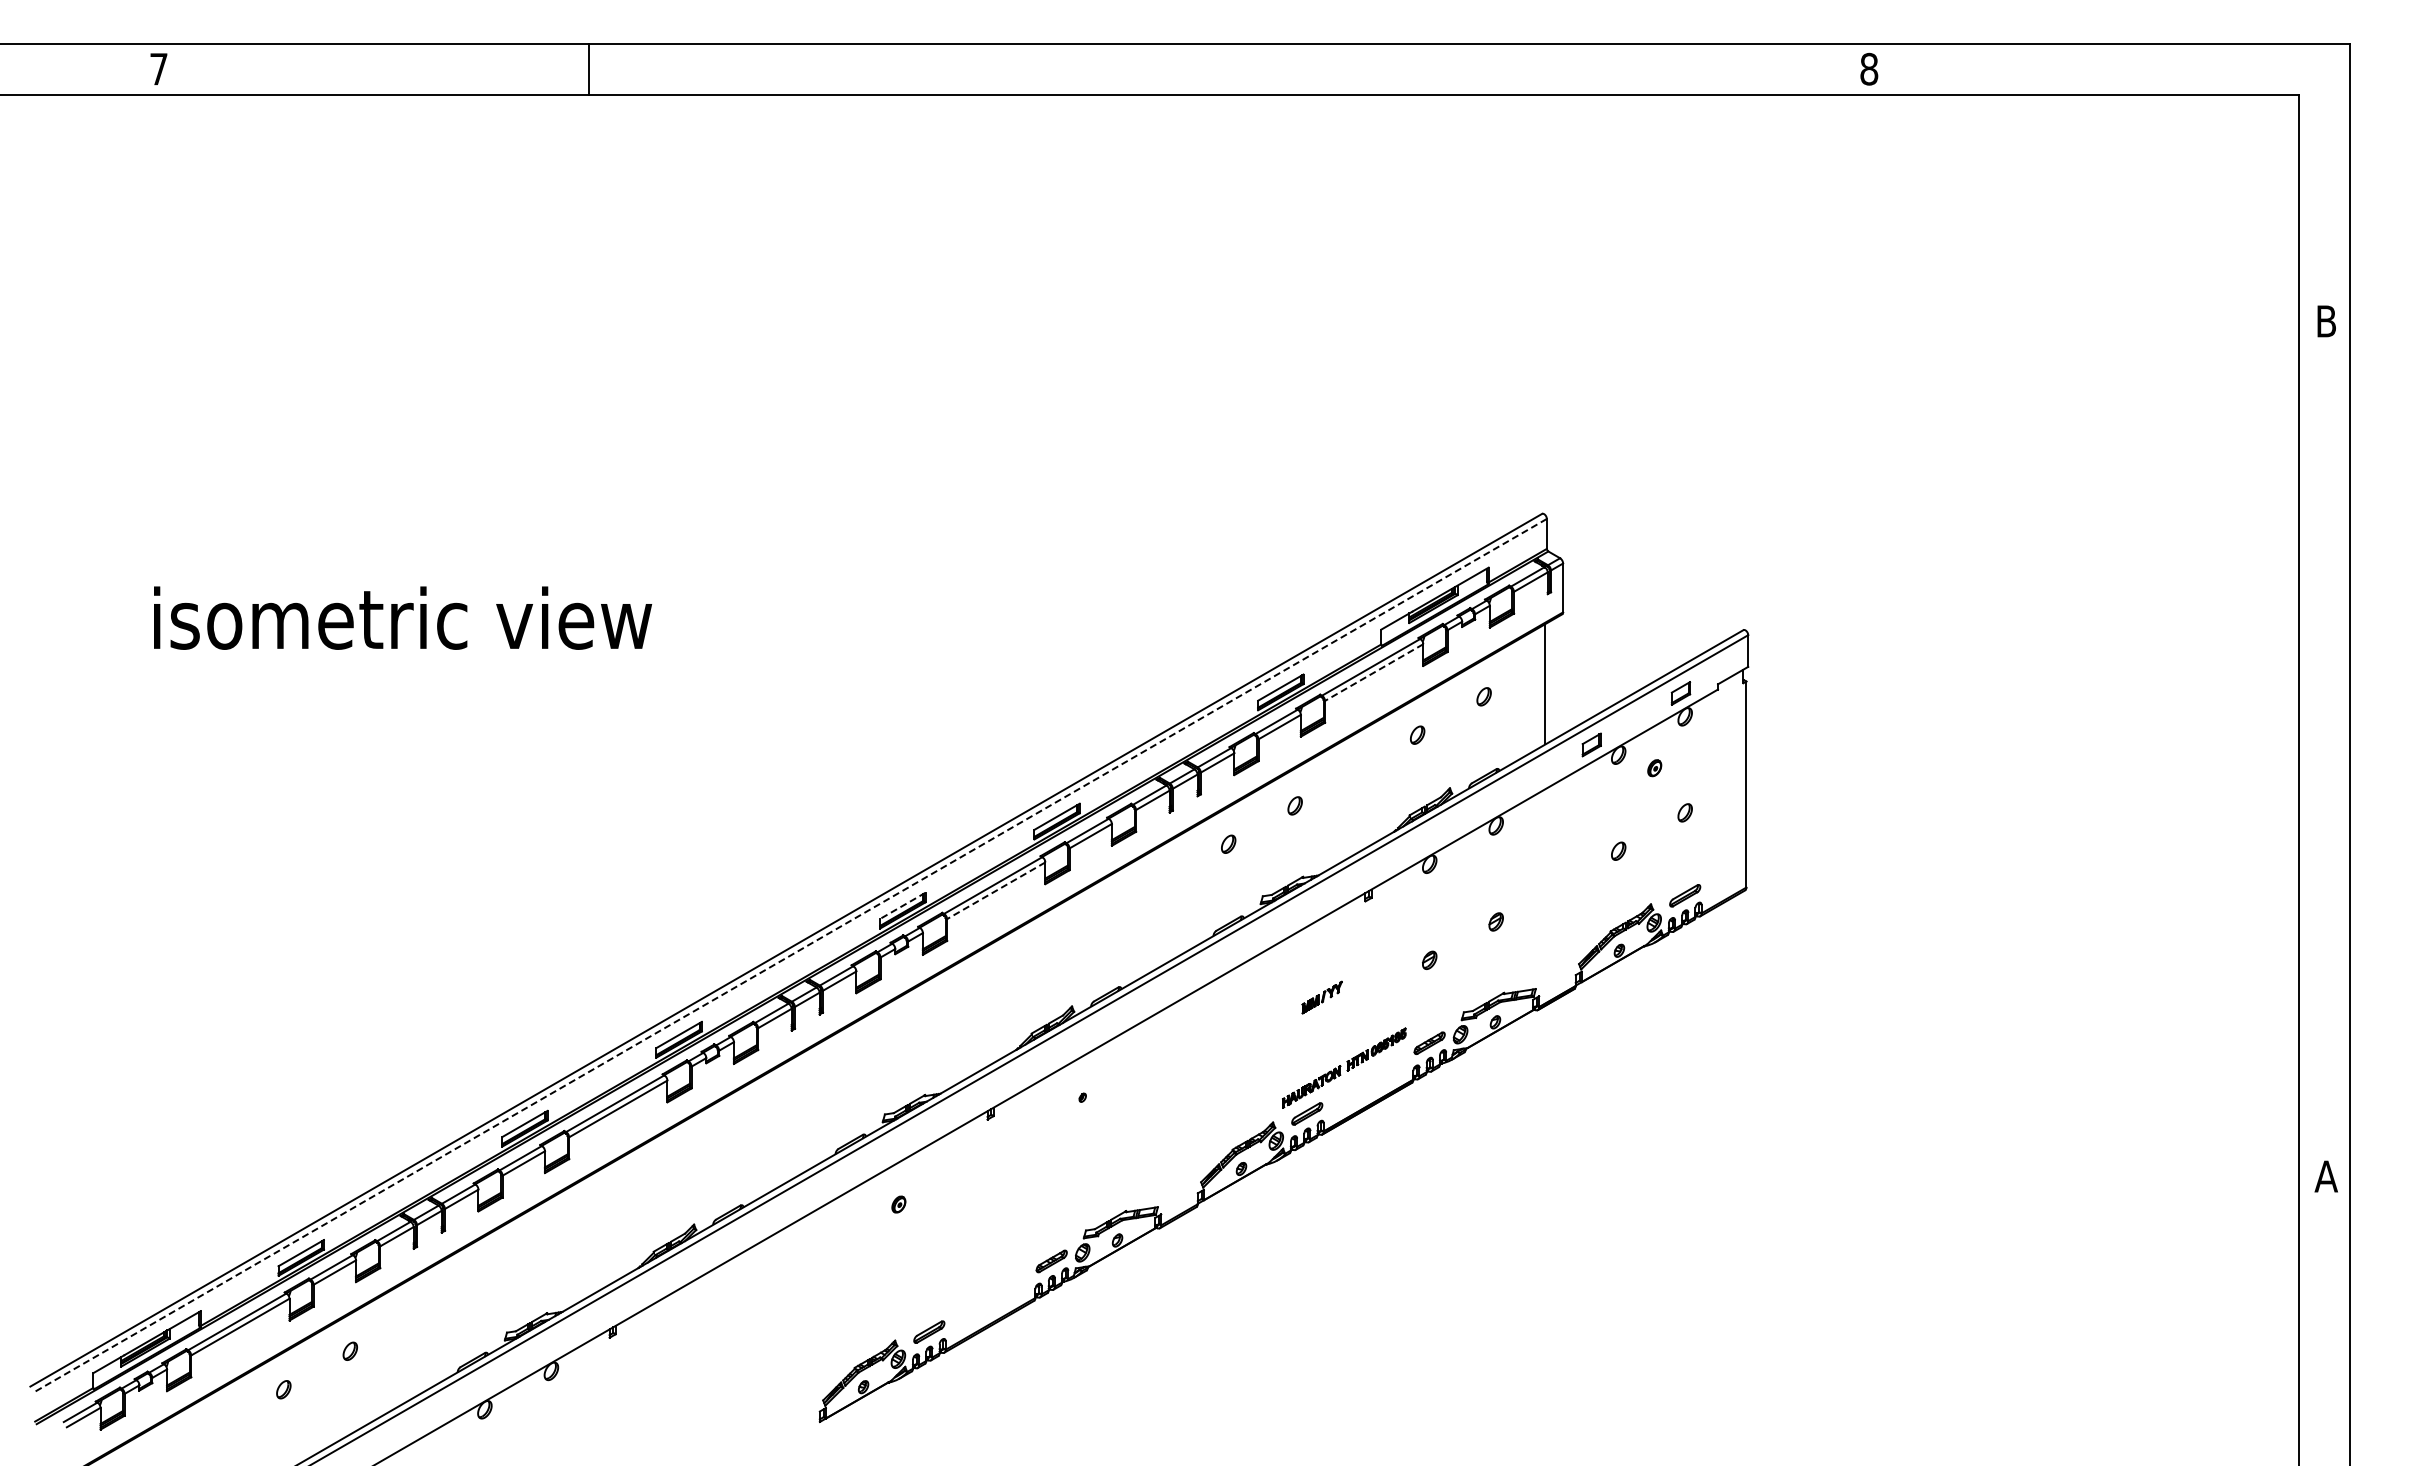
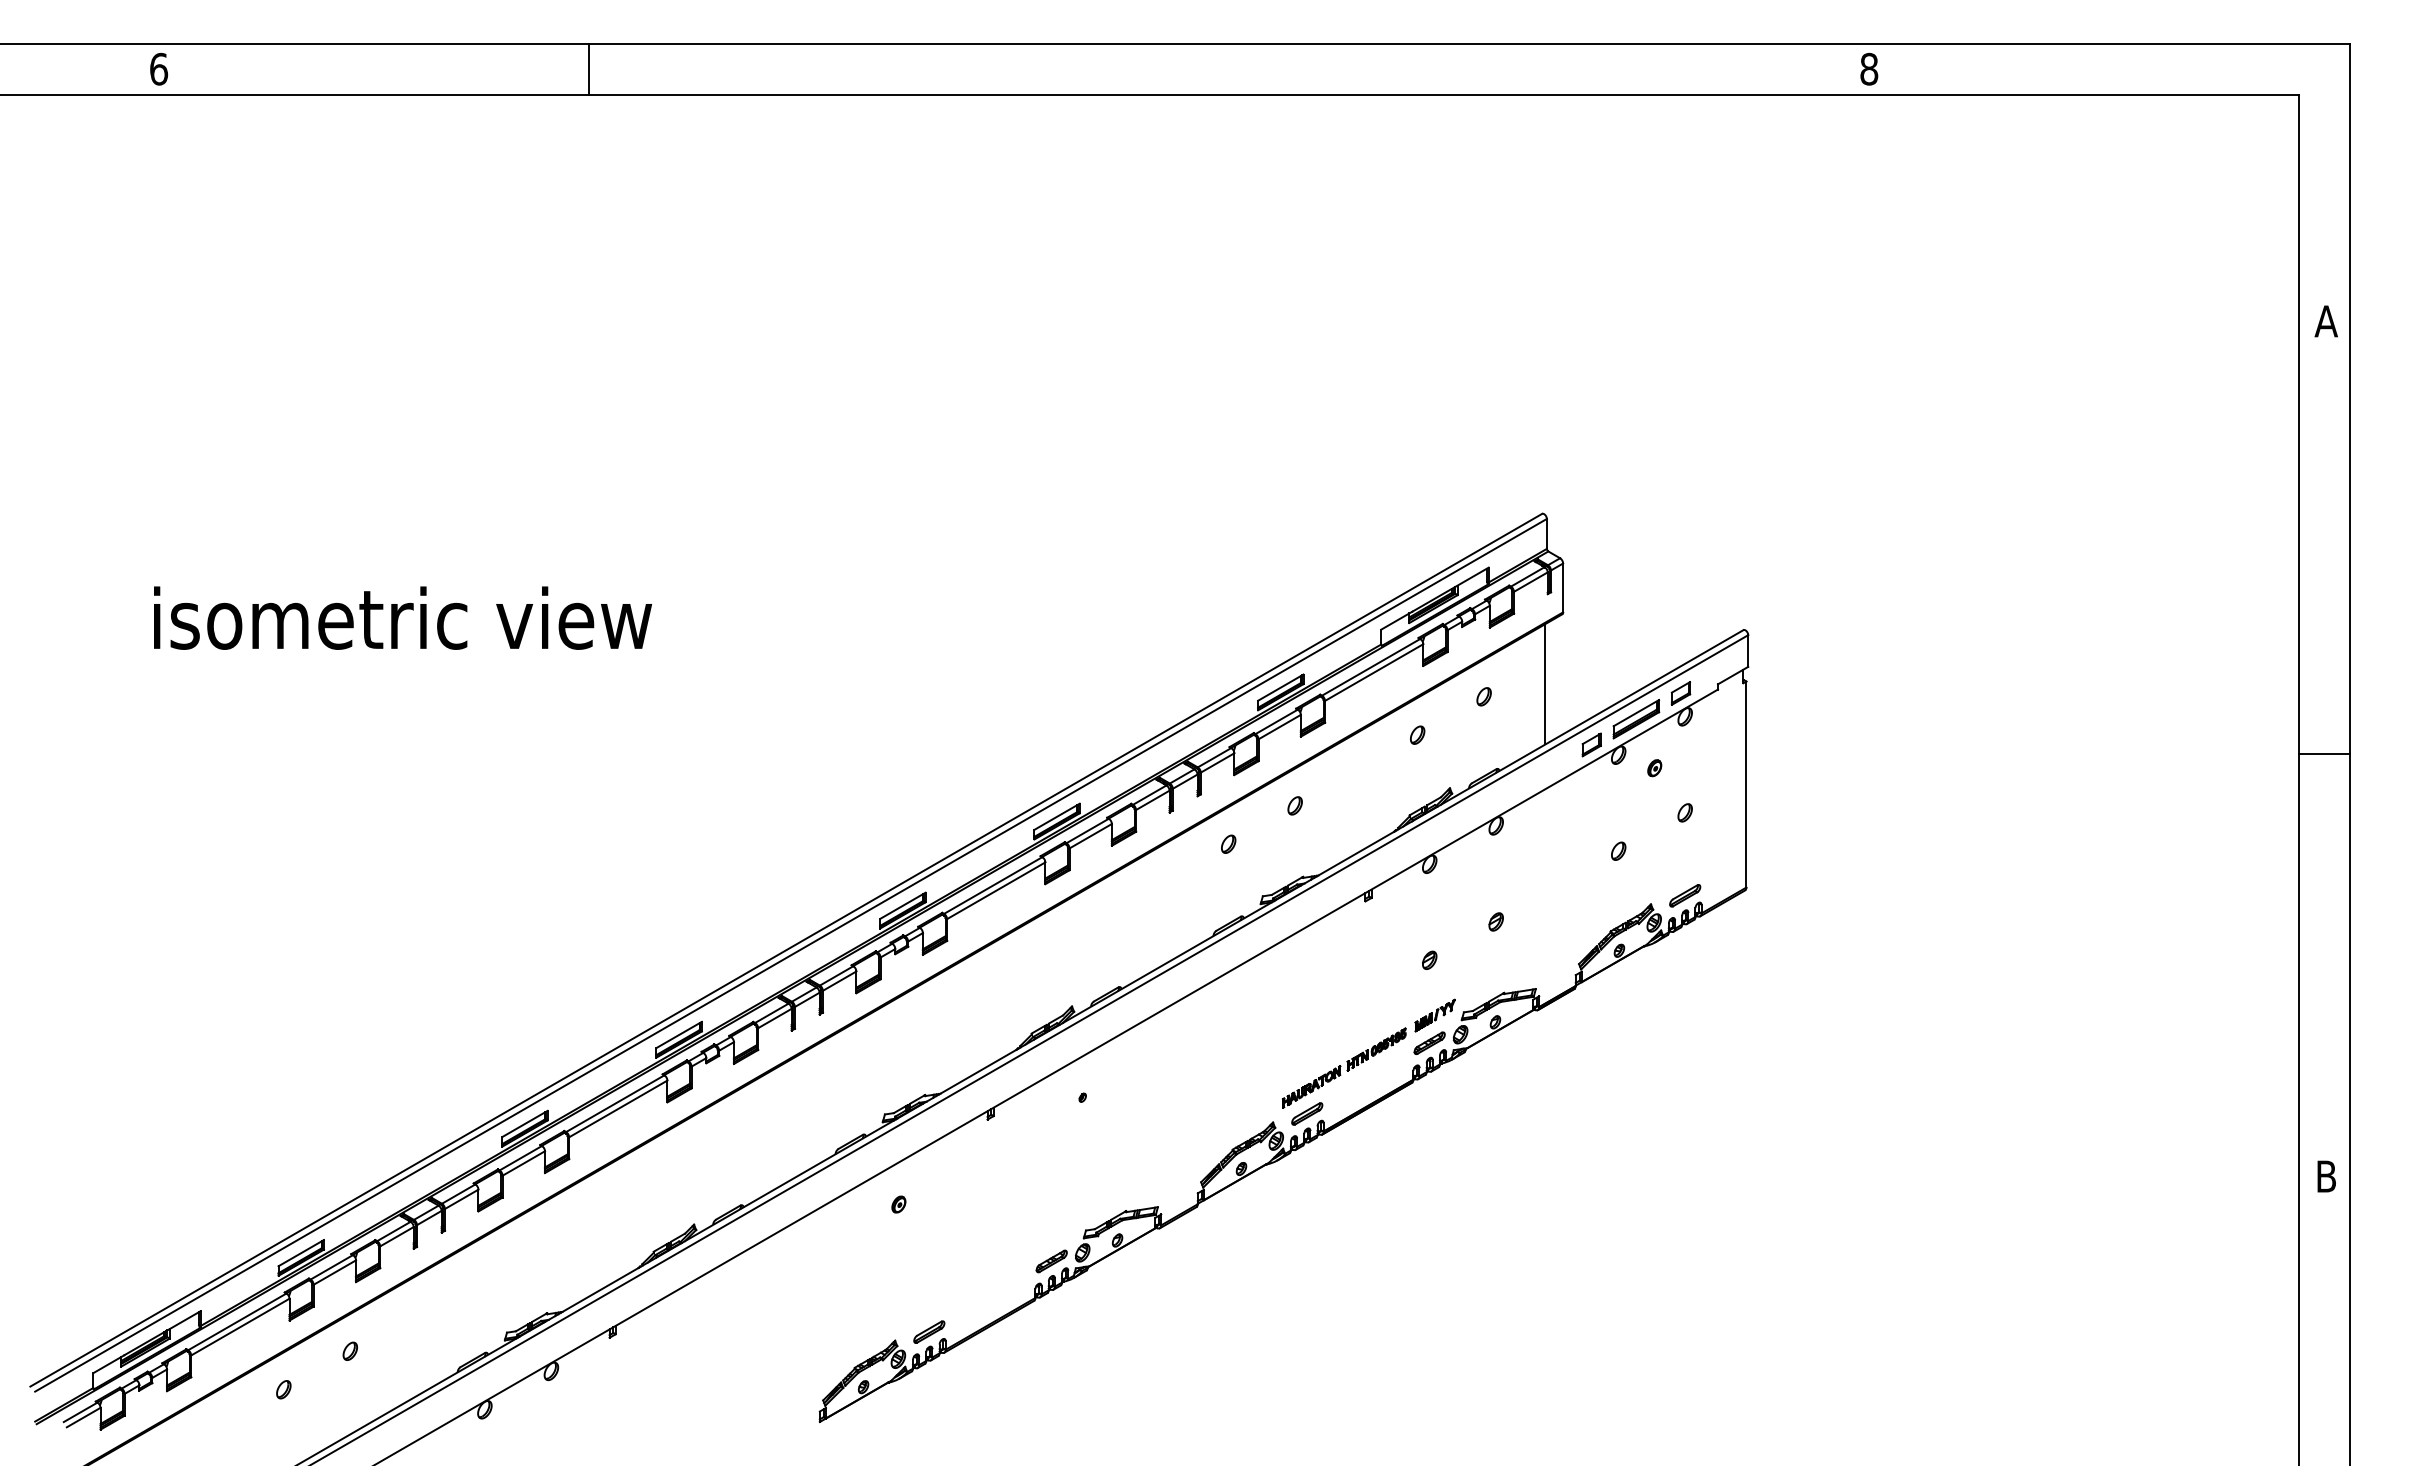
text at (159, 68): 7 -> 6
text at (2325, 321): B -> A
line at (1374, 672): dashed -> solid
part at (1636, 719): none -> present
line at (2324, 753): none -> present
line at (996, 890): dashed -> solid
line at (902, 906): dashed -> solid
line at (791, 955): dashed -> solid
part at (1321, 997) position: (1321, 997) -> (1434, 1015)
text at (2325, 1176): A -> B
